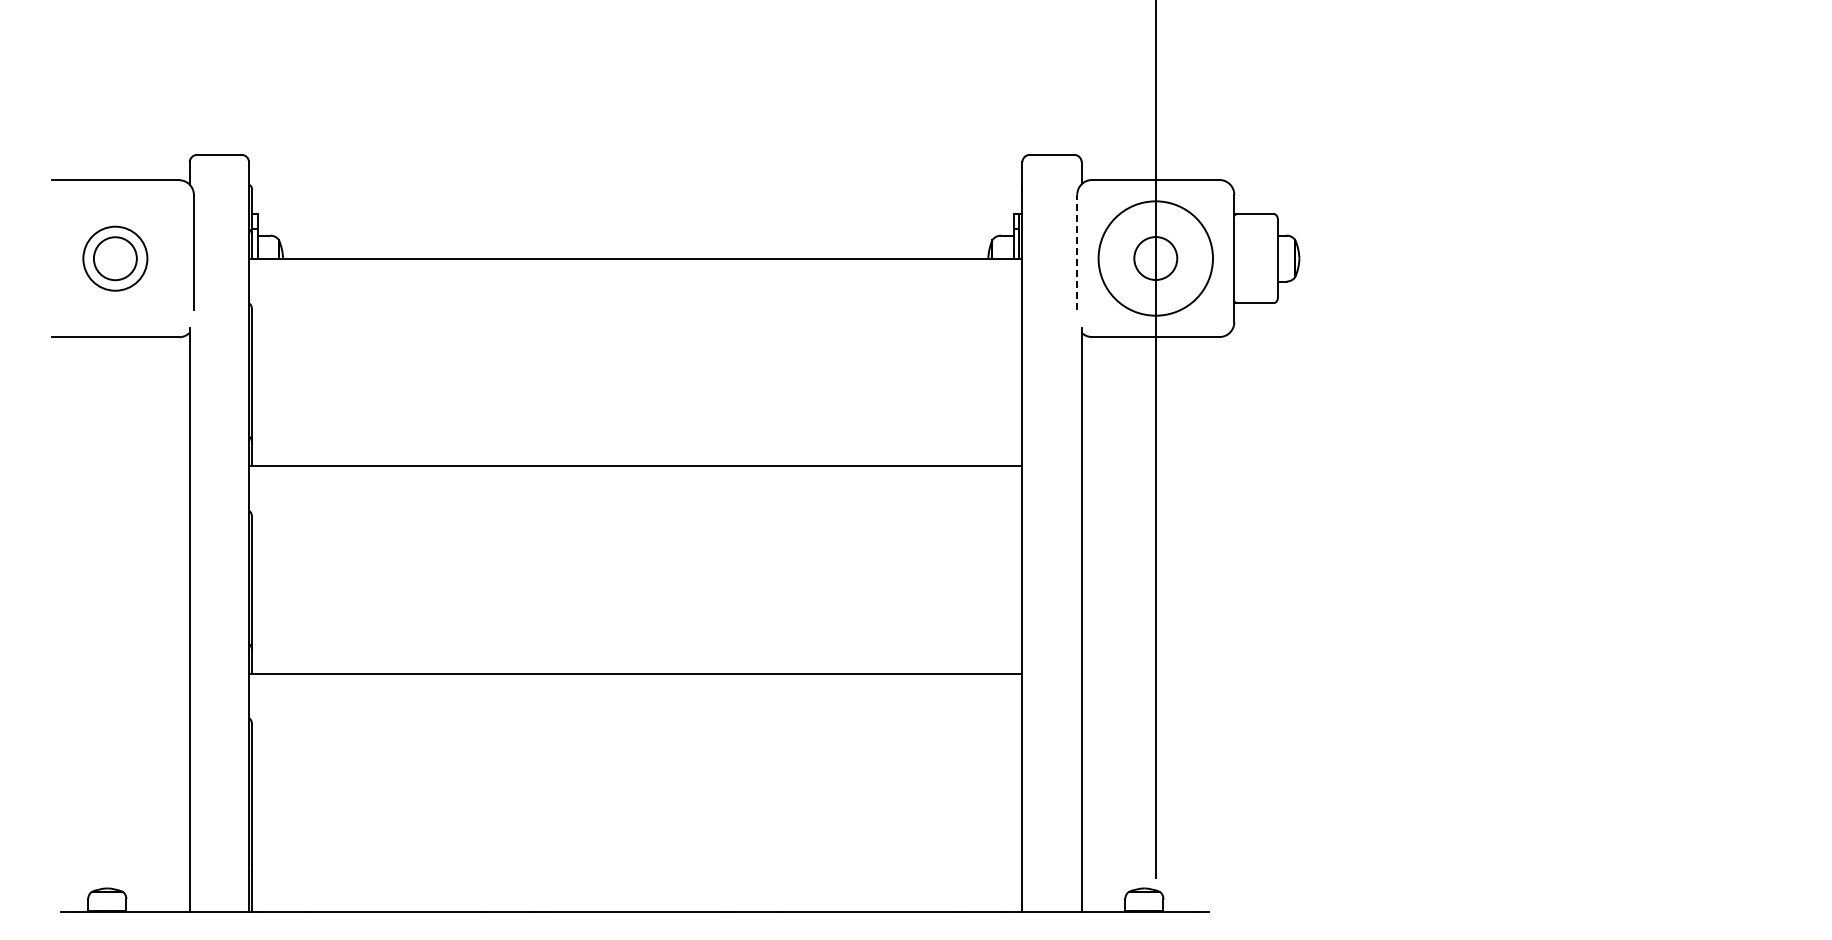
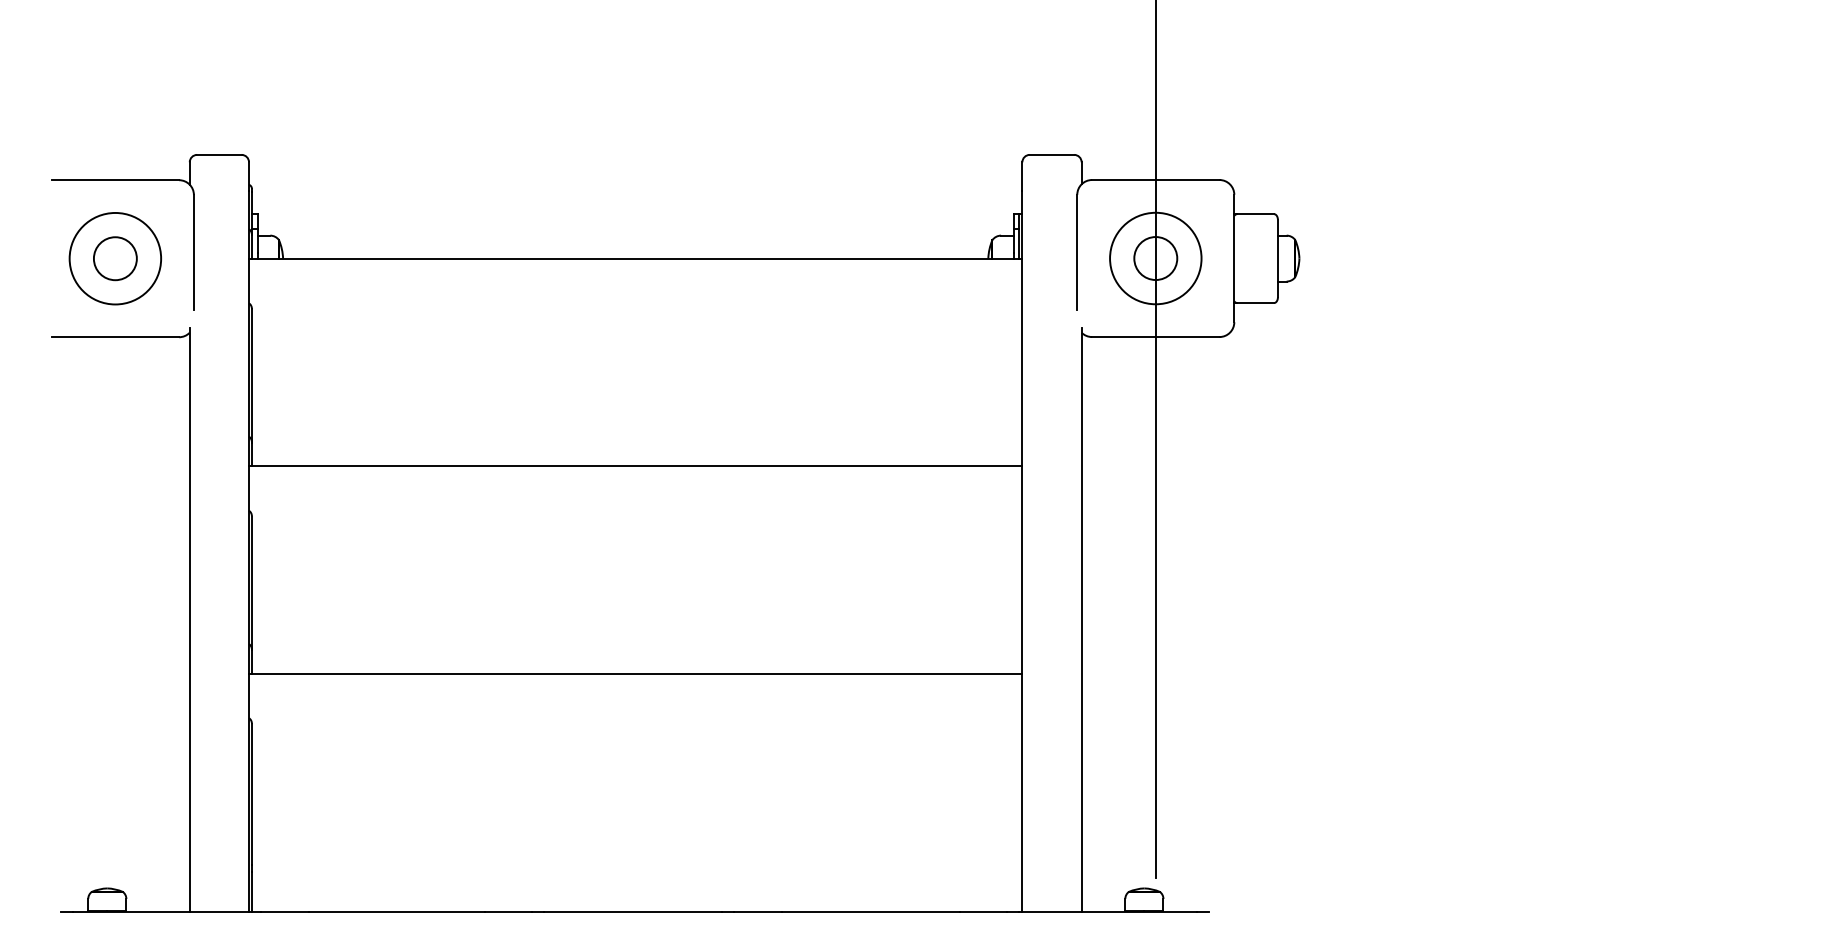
line at (1077, 251): dashed -> solid
circle at (115, 258) diameter: 64 px -> 91 px
circle at (1155, 258) diameter: 114 px -> 91 px
